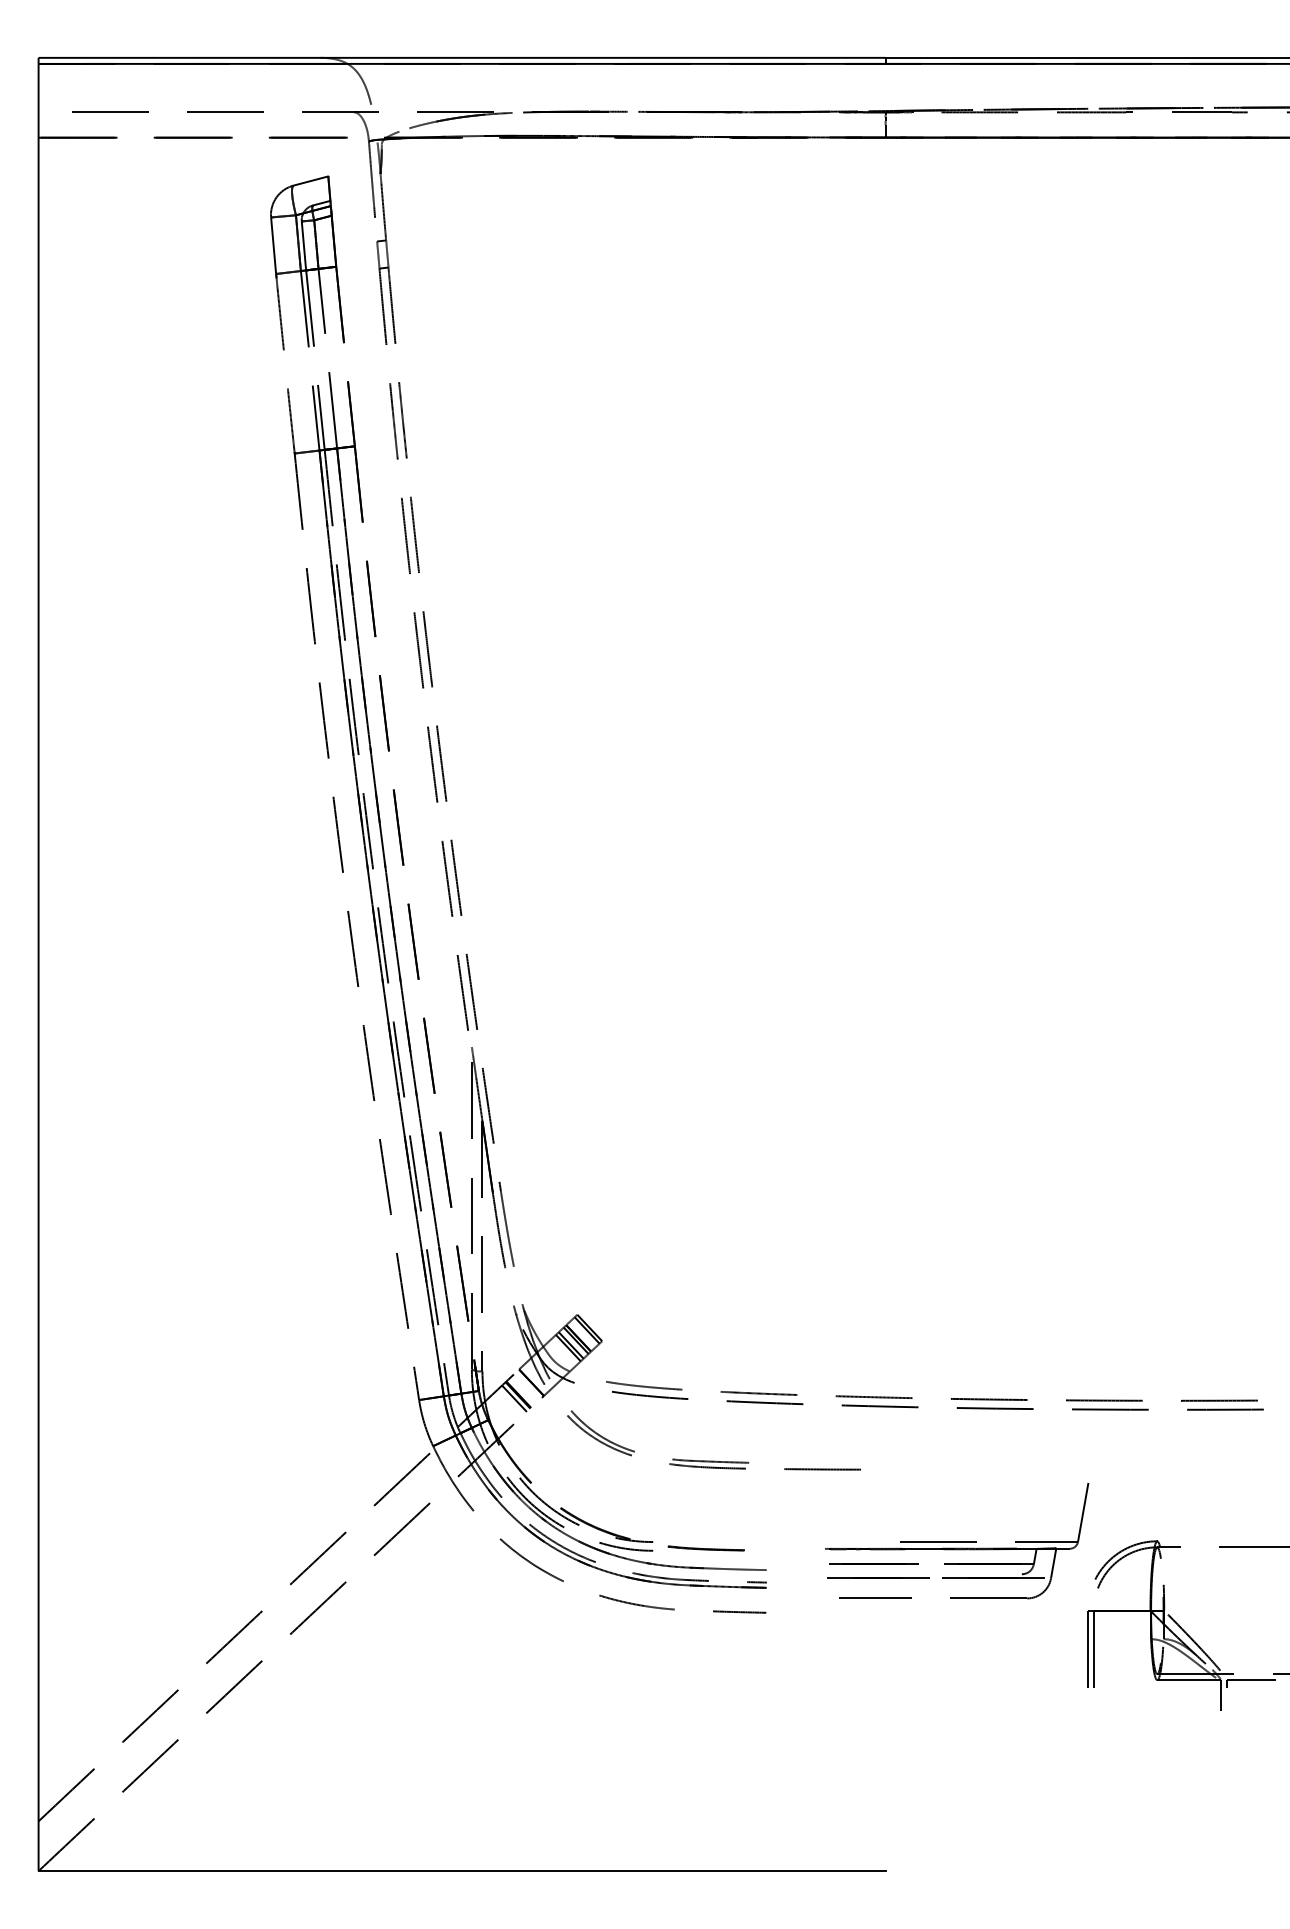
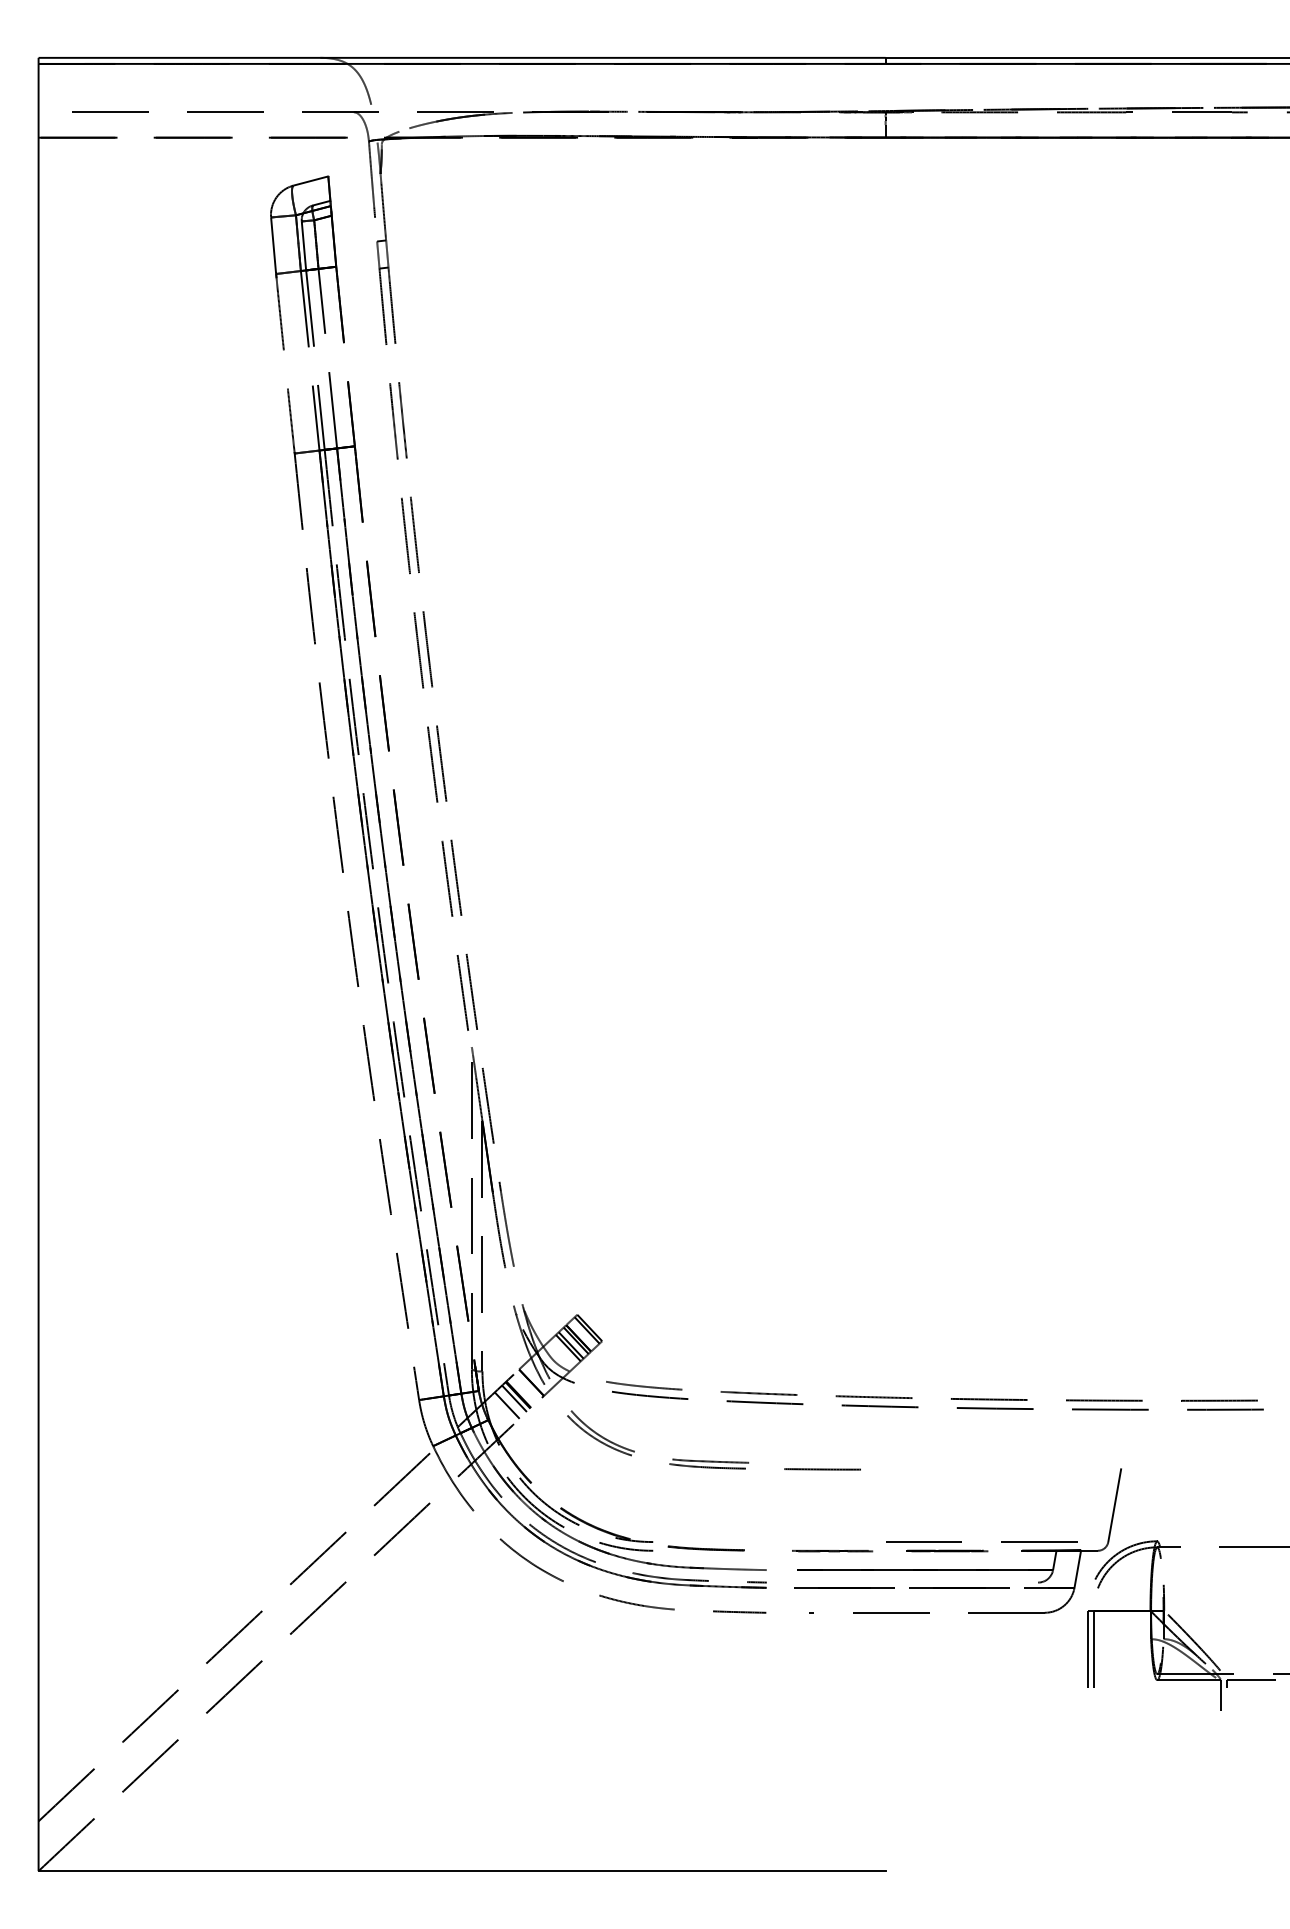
line at (506, 1405): none -> present
part at (957, 1541) size: 265x117 px -> 330x146 px
